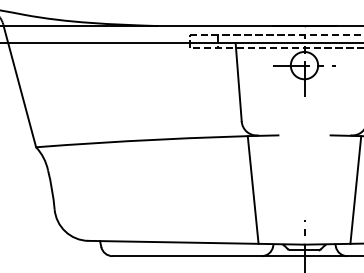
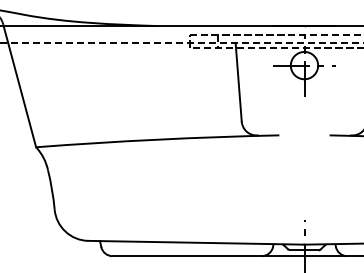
line at (182, 43): solid -> dashed
line at (252, 189): present -> none
line at (355, 191): present -> none
